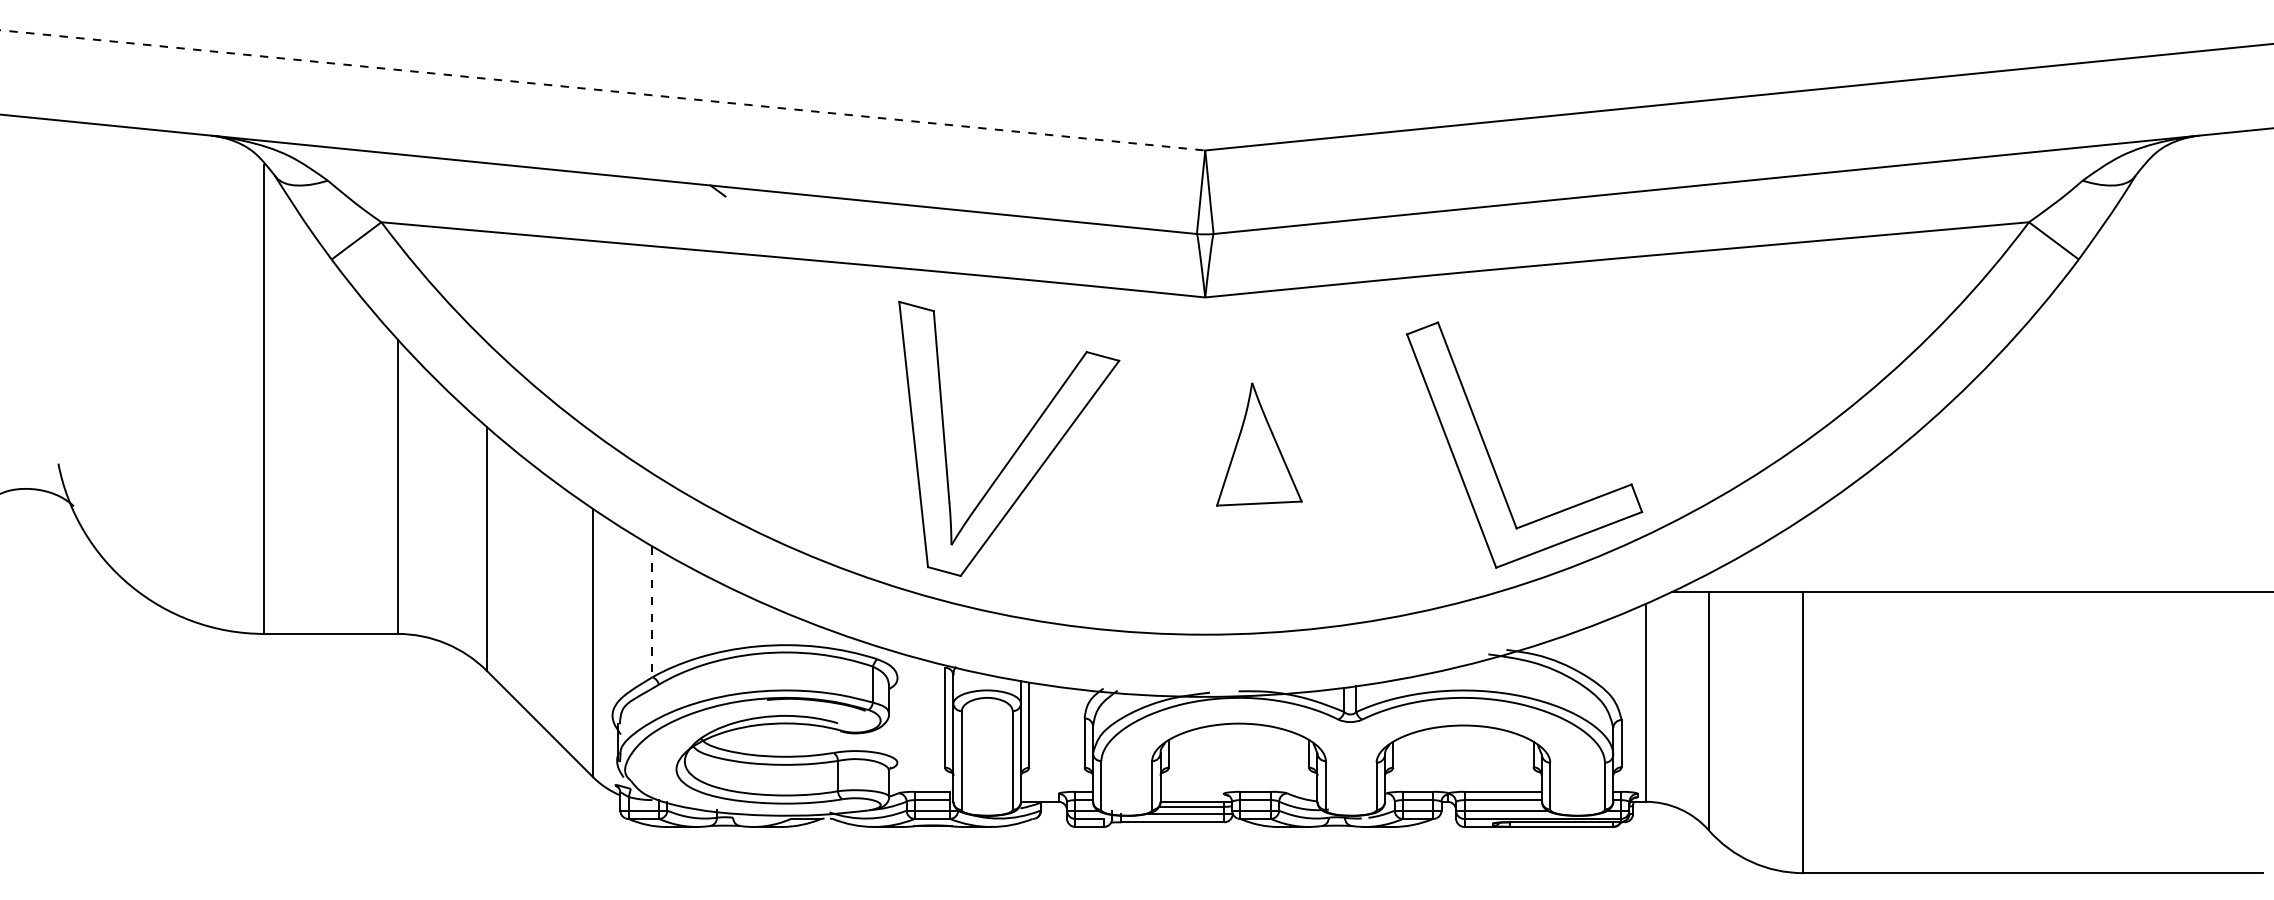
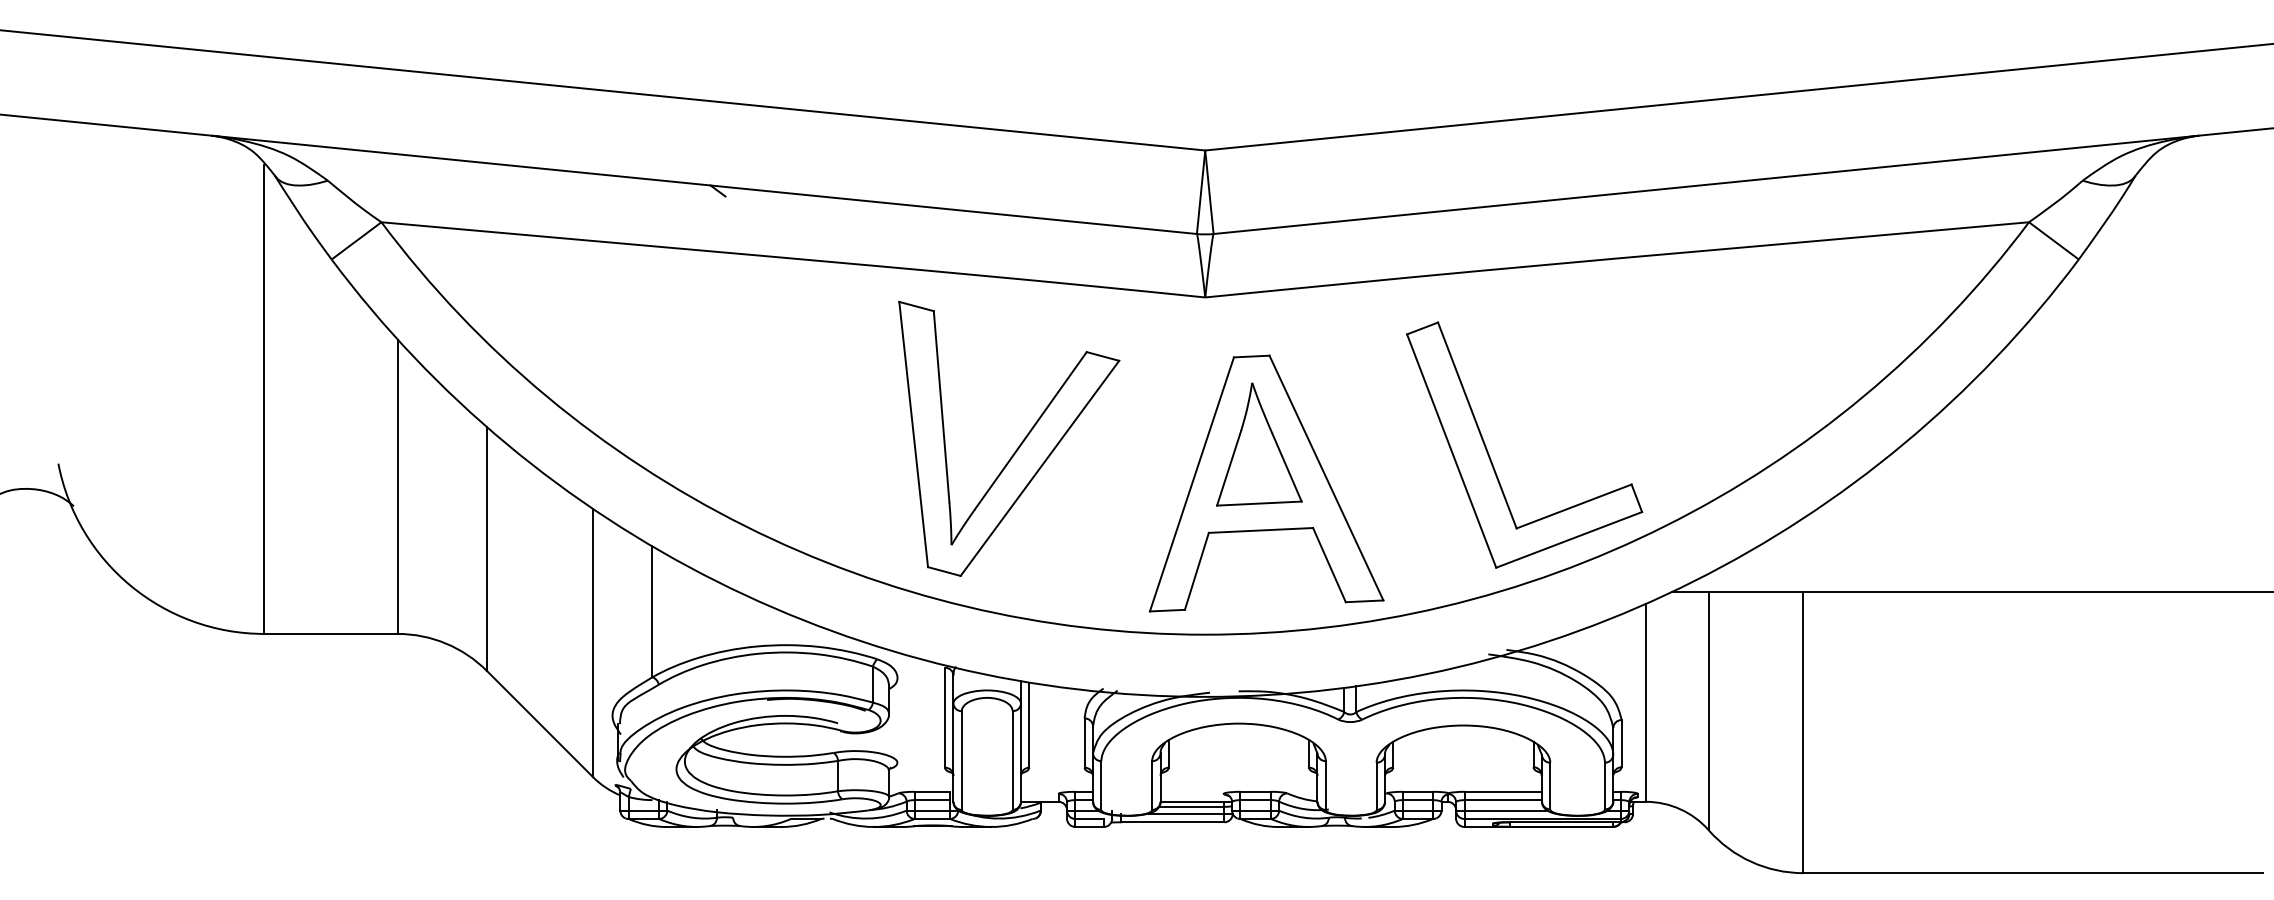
line at (603, 90): dashed -> solid
part at (1266, 483): none -> present
line at (652, 612): dashed -> solid
